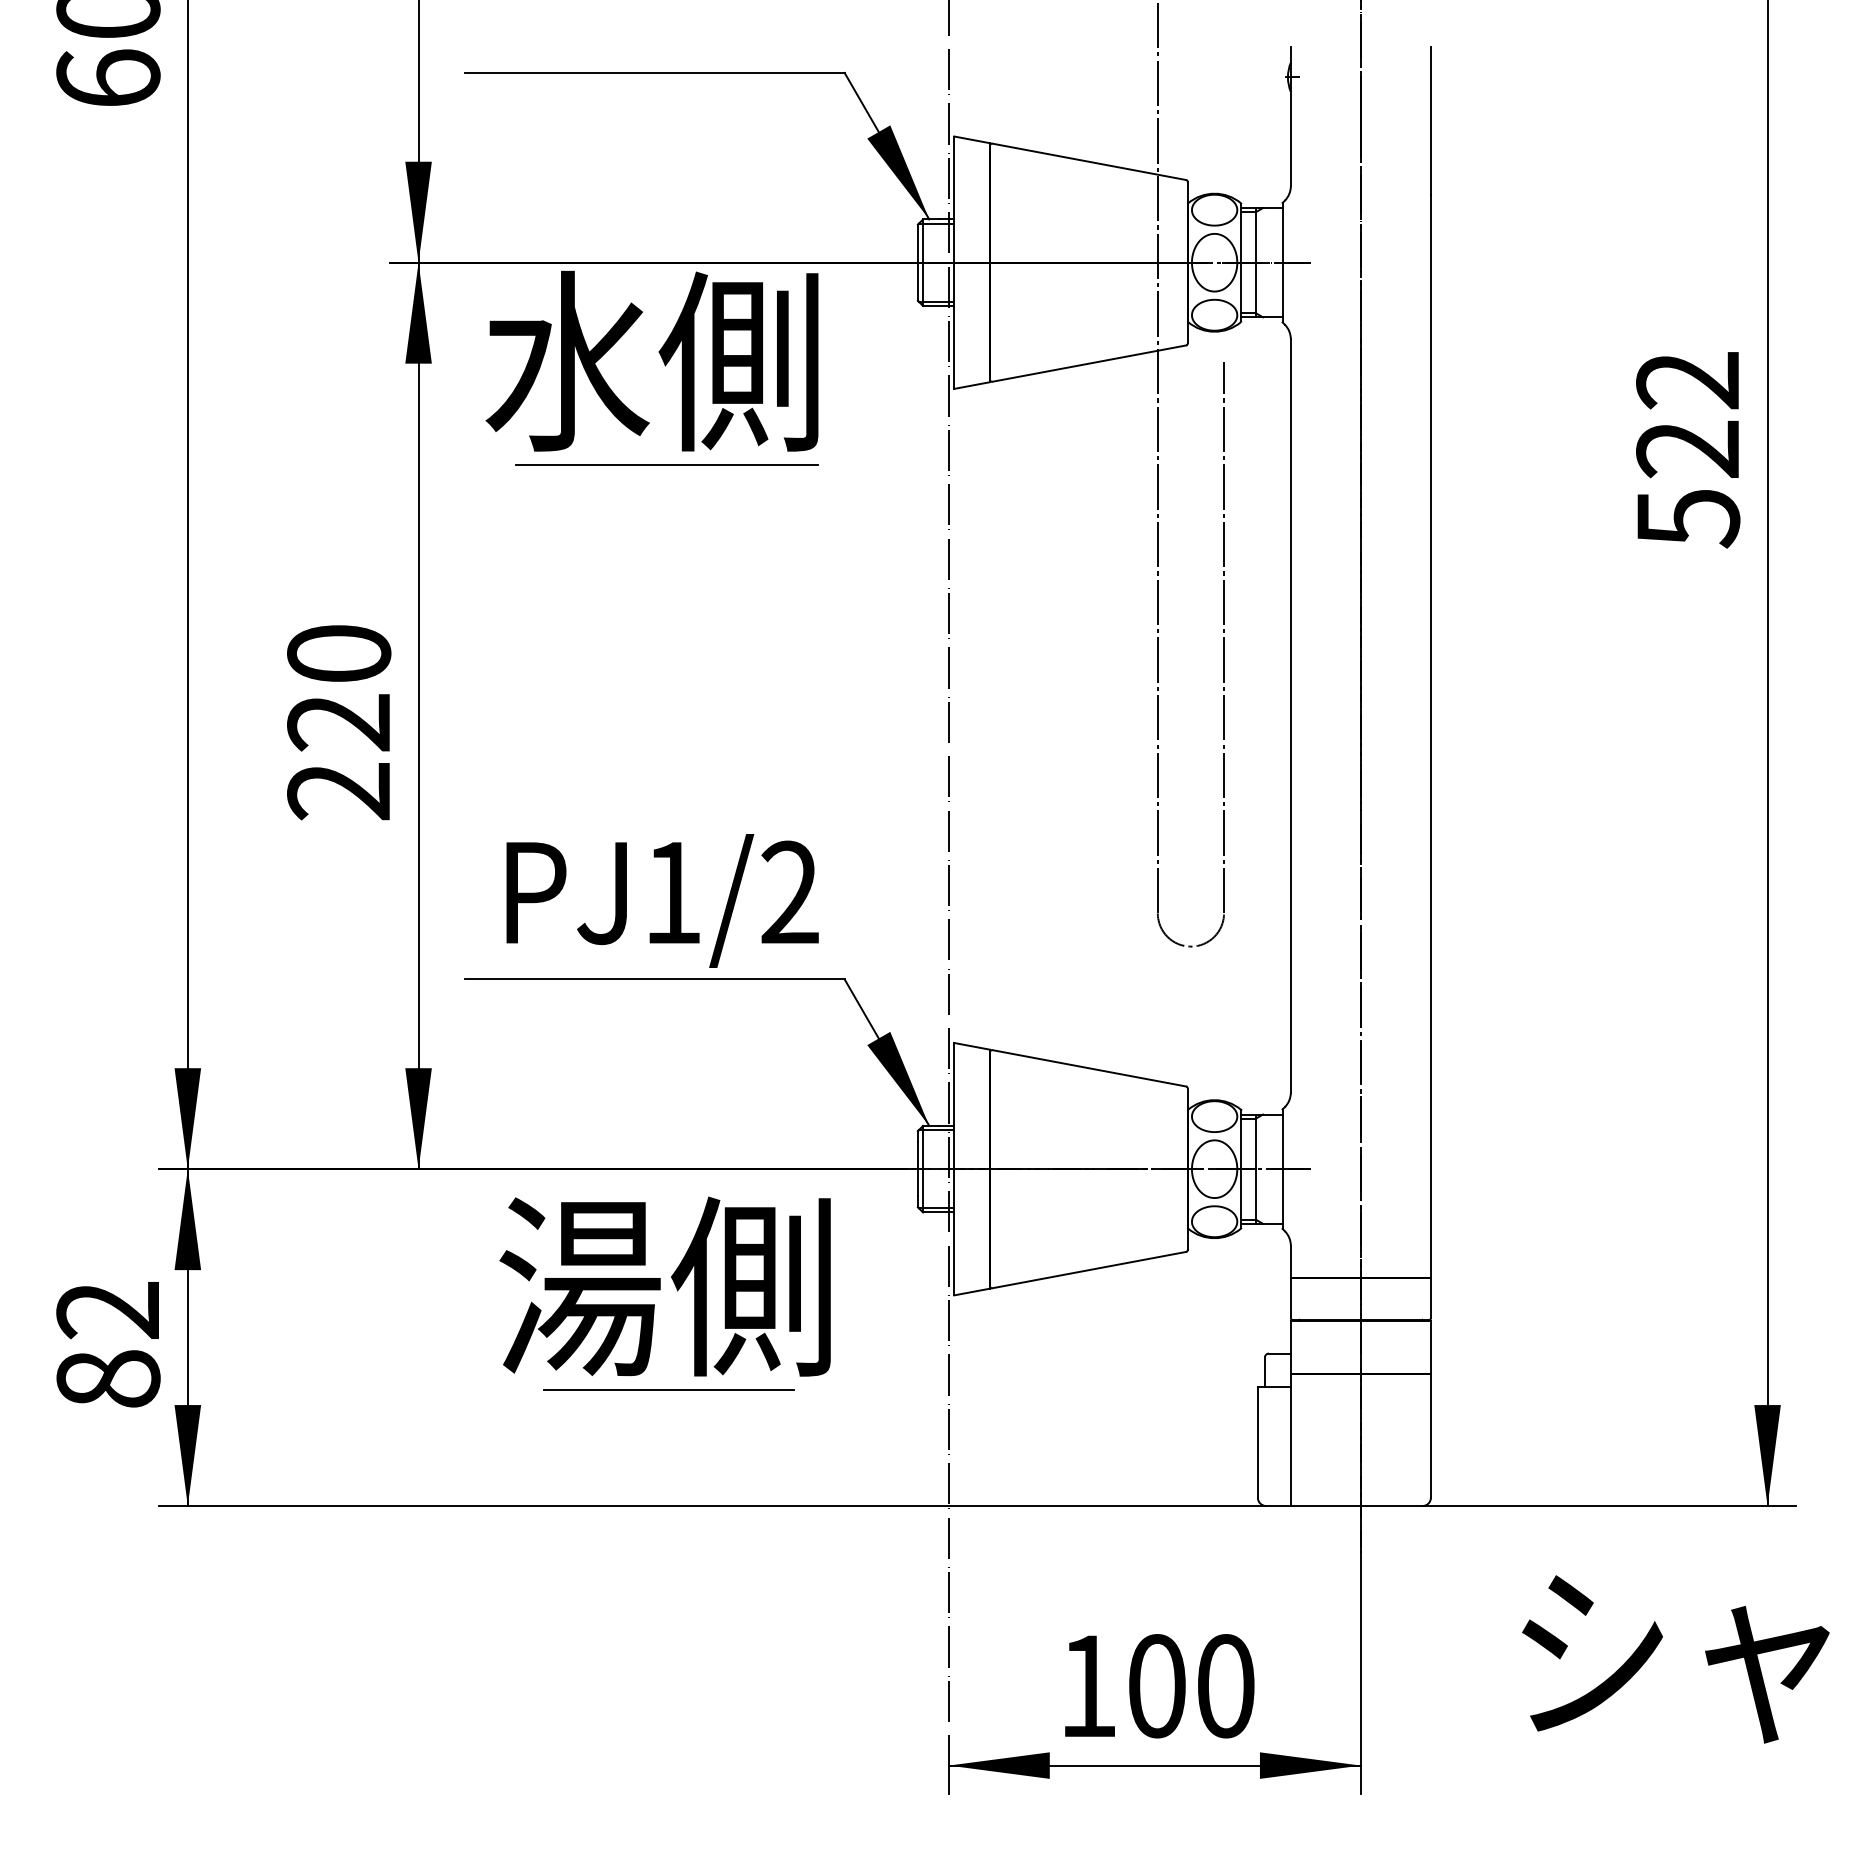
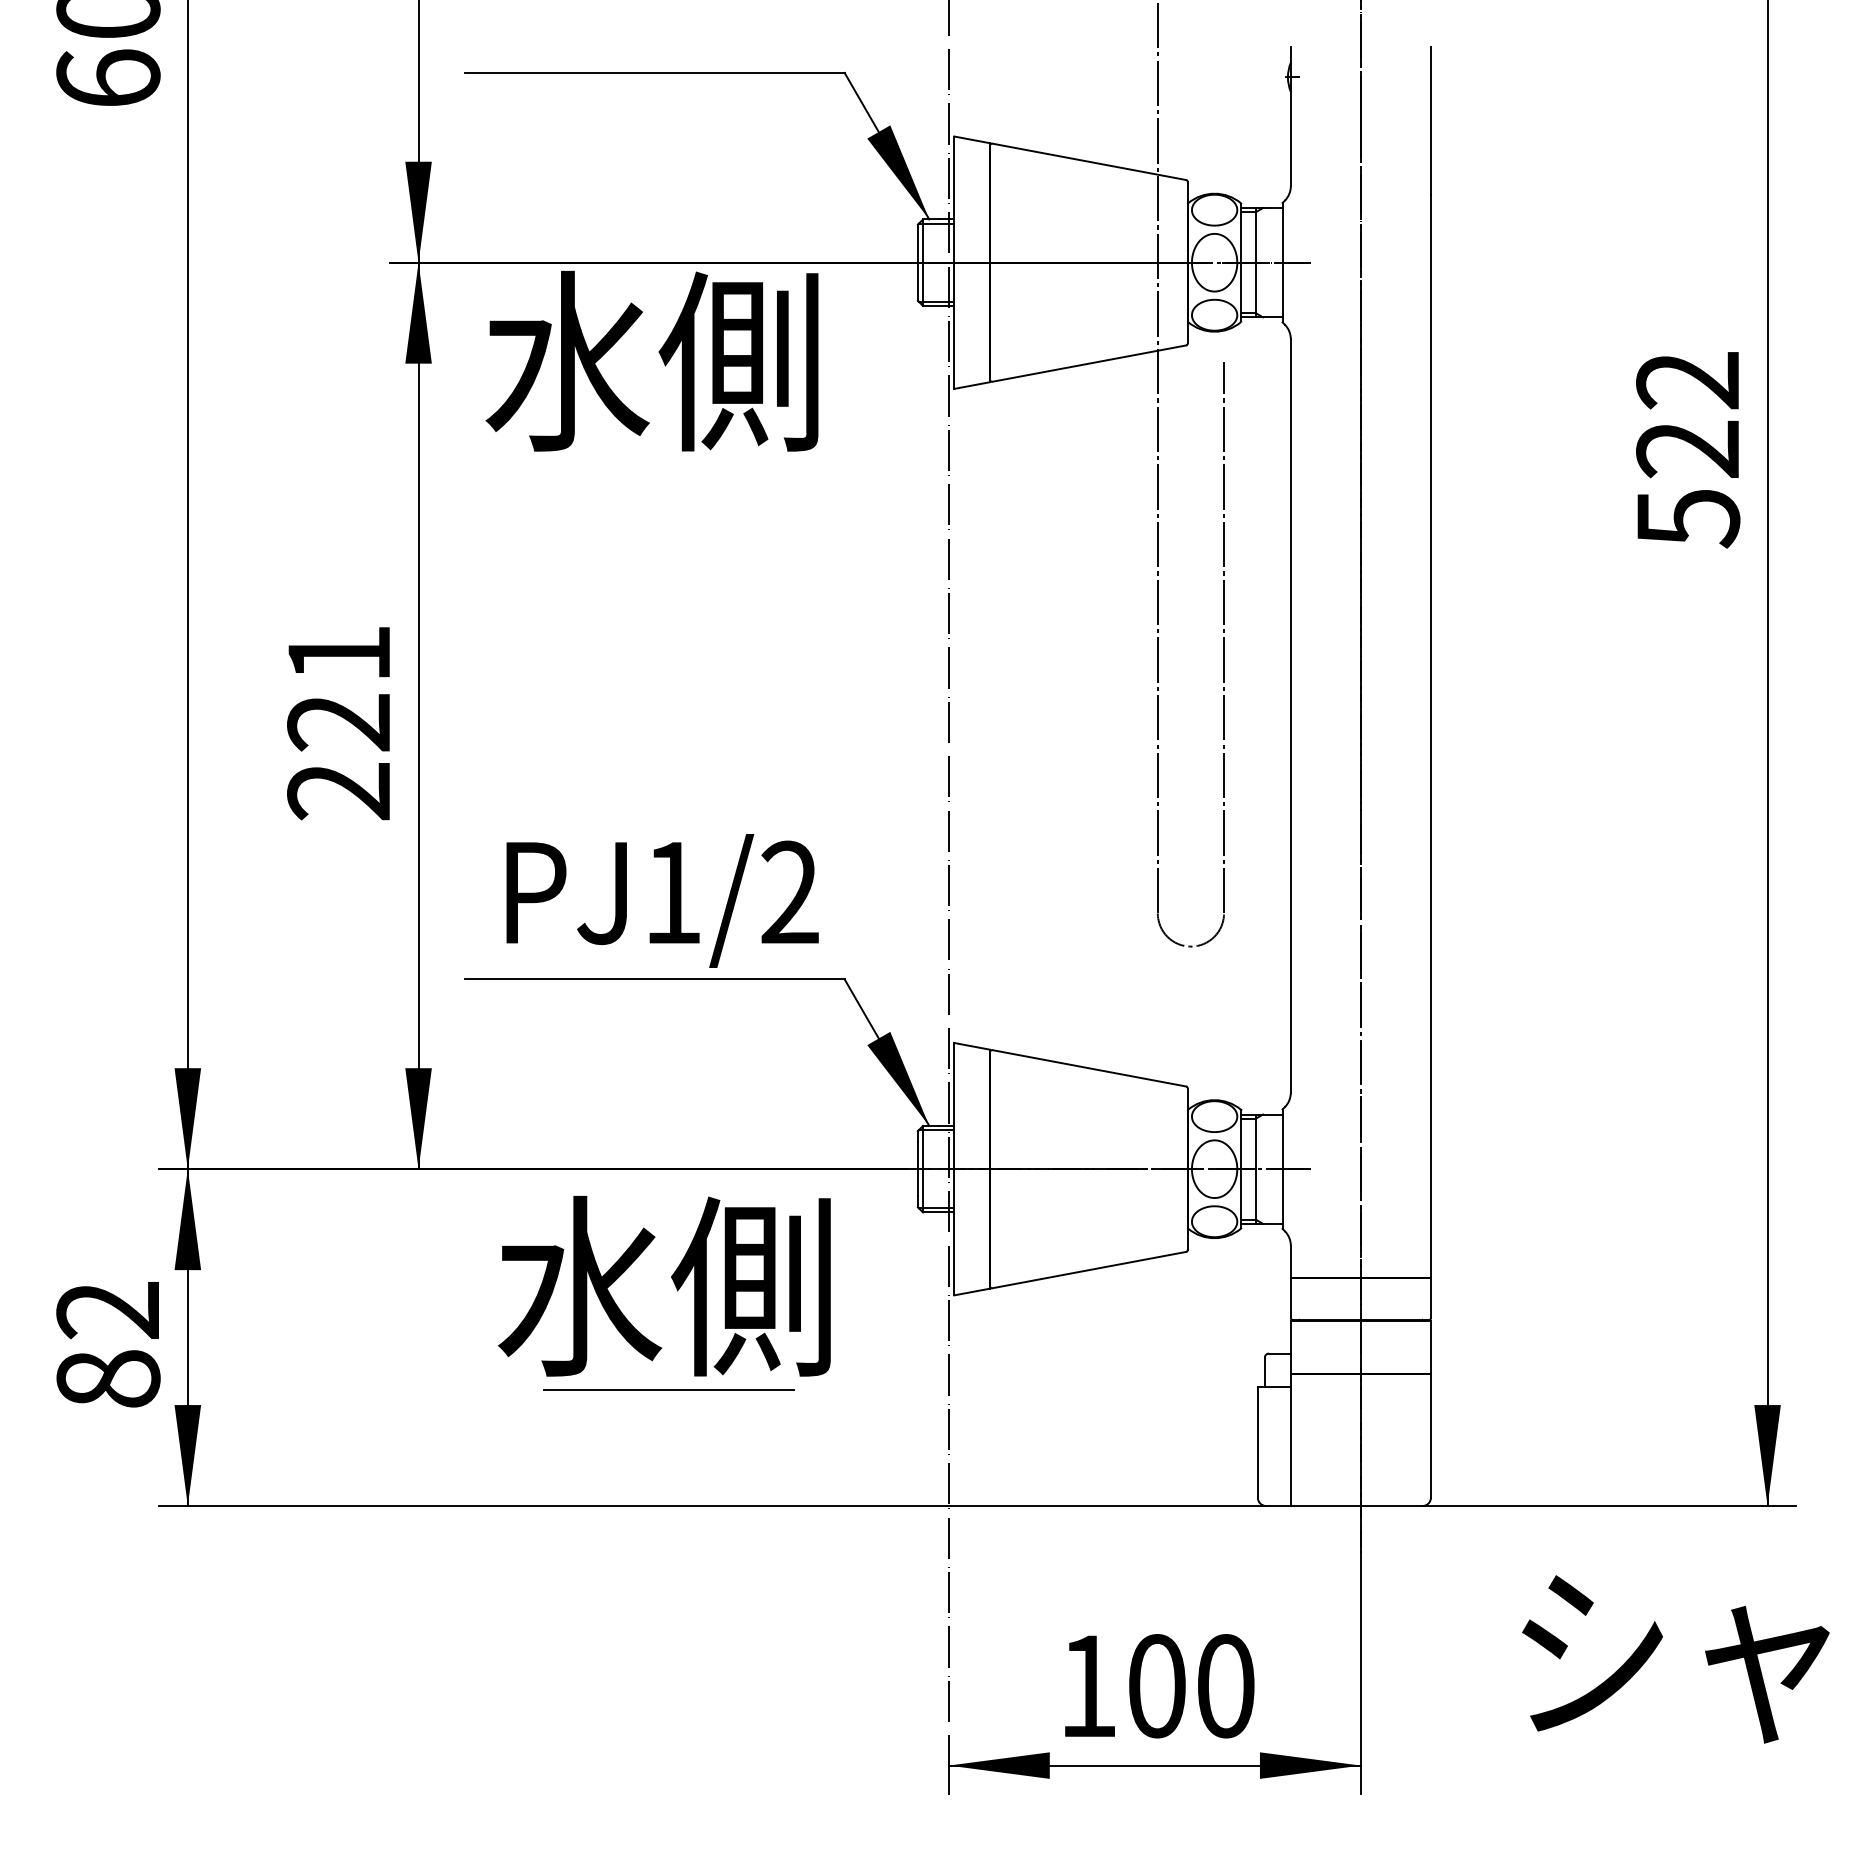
line at (666, 464): present -> none
text at (339, 653): 220 -> 221
text at (579, 1285): 湯側 -> 水側
